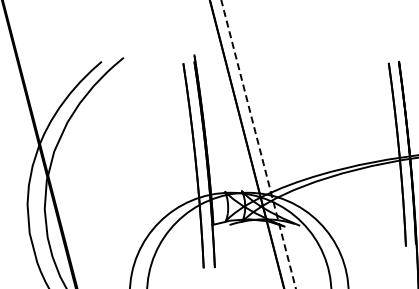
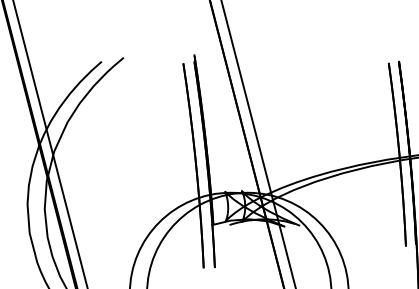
line at (49, 143): none -> present
line at (258, 144): dashed -> solid
